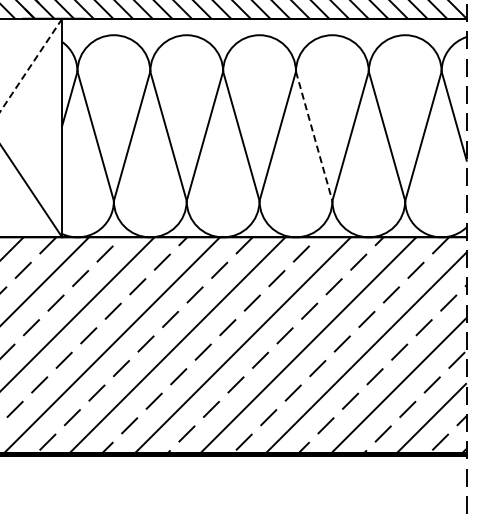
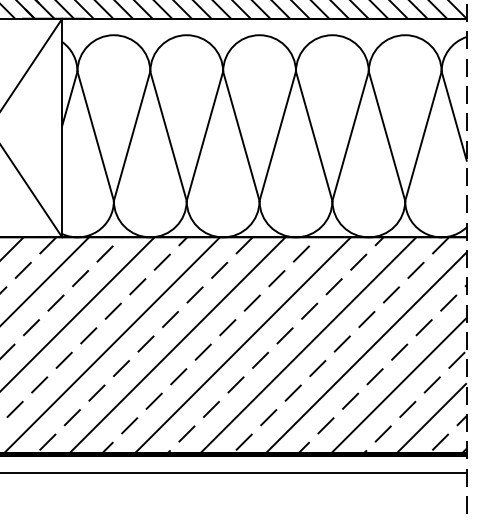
line at (31, 65): dashed -> solid
line at (314, 136): dashed -> solid
line at (234, 473): none -> present
